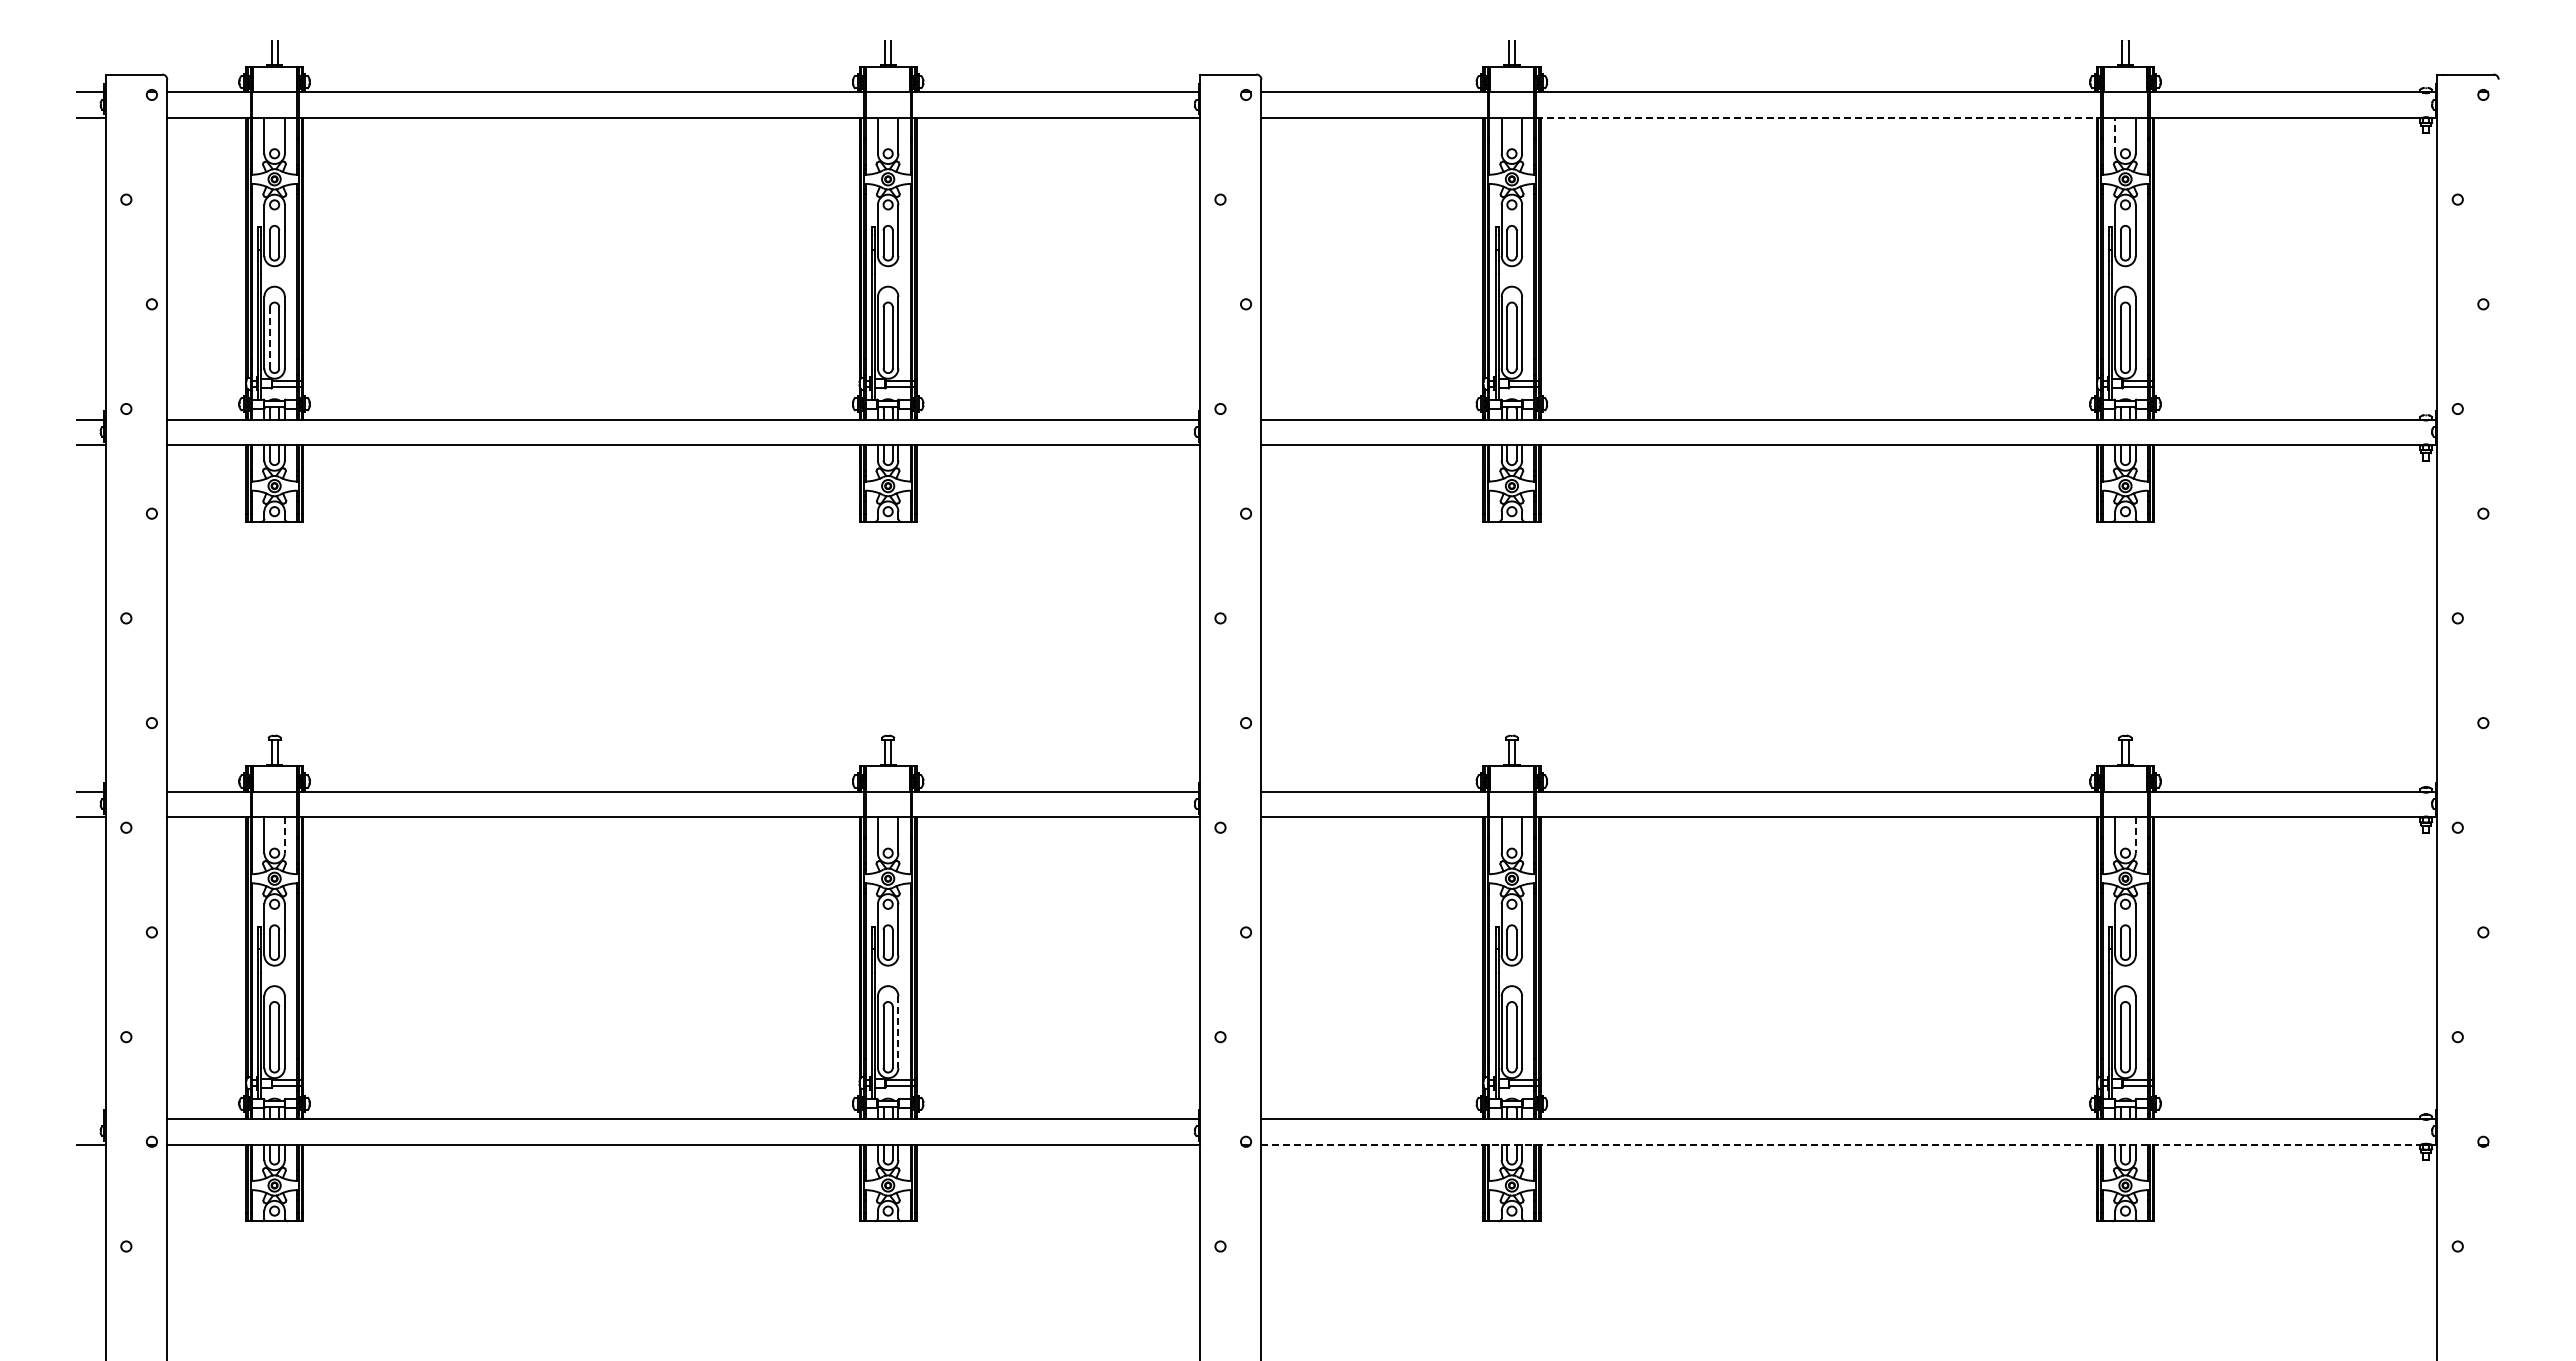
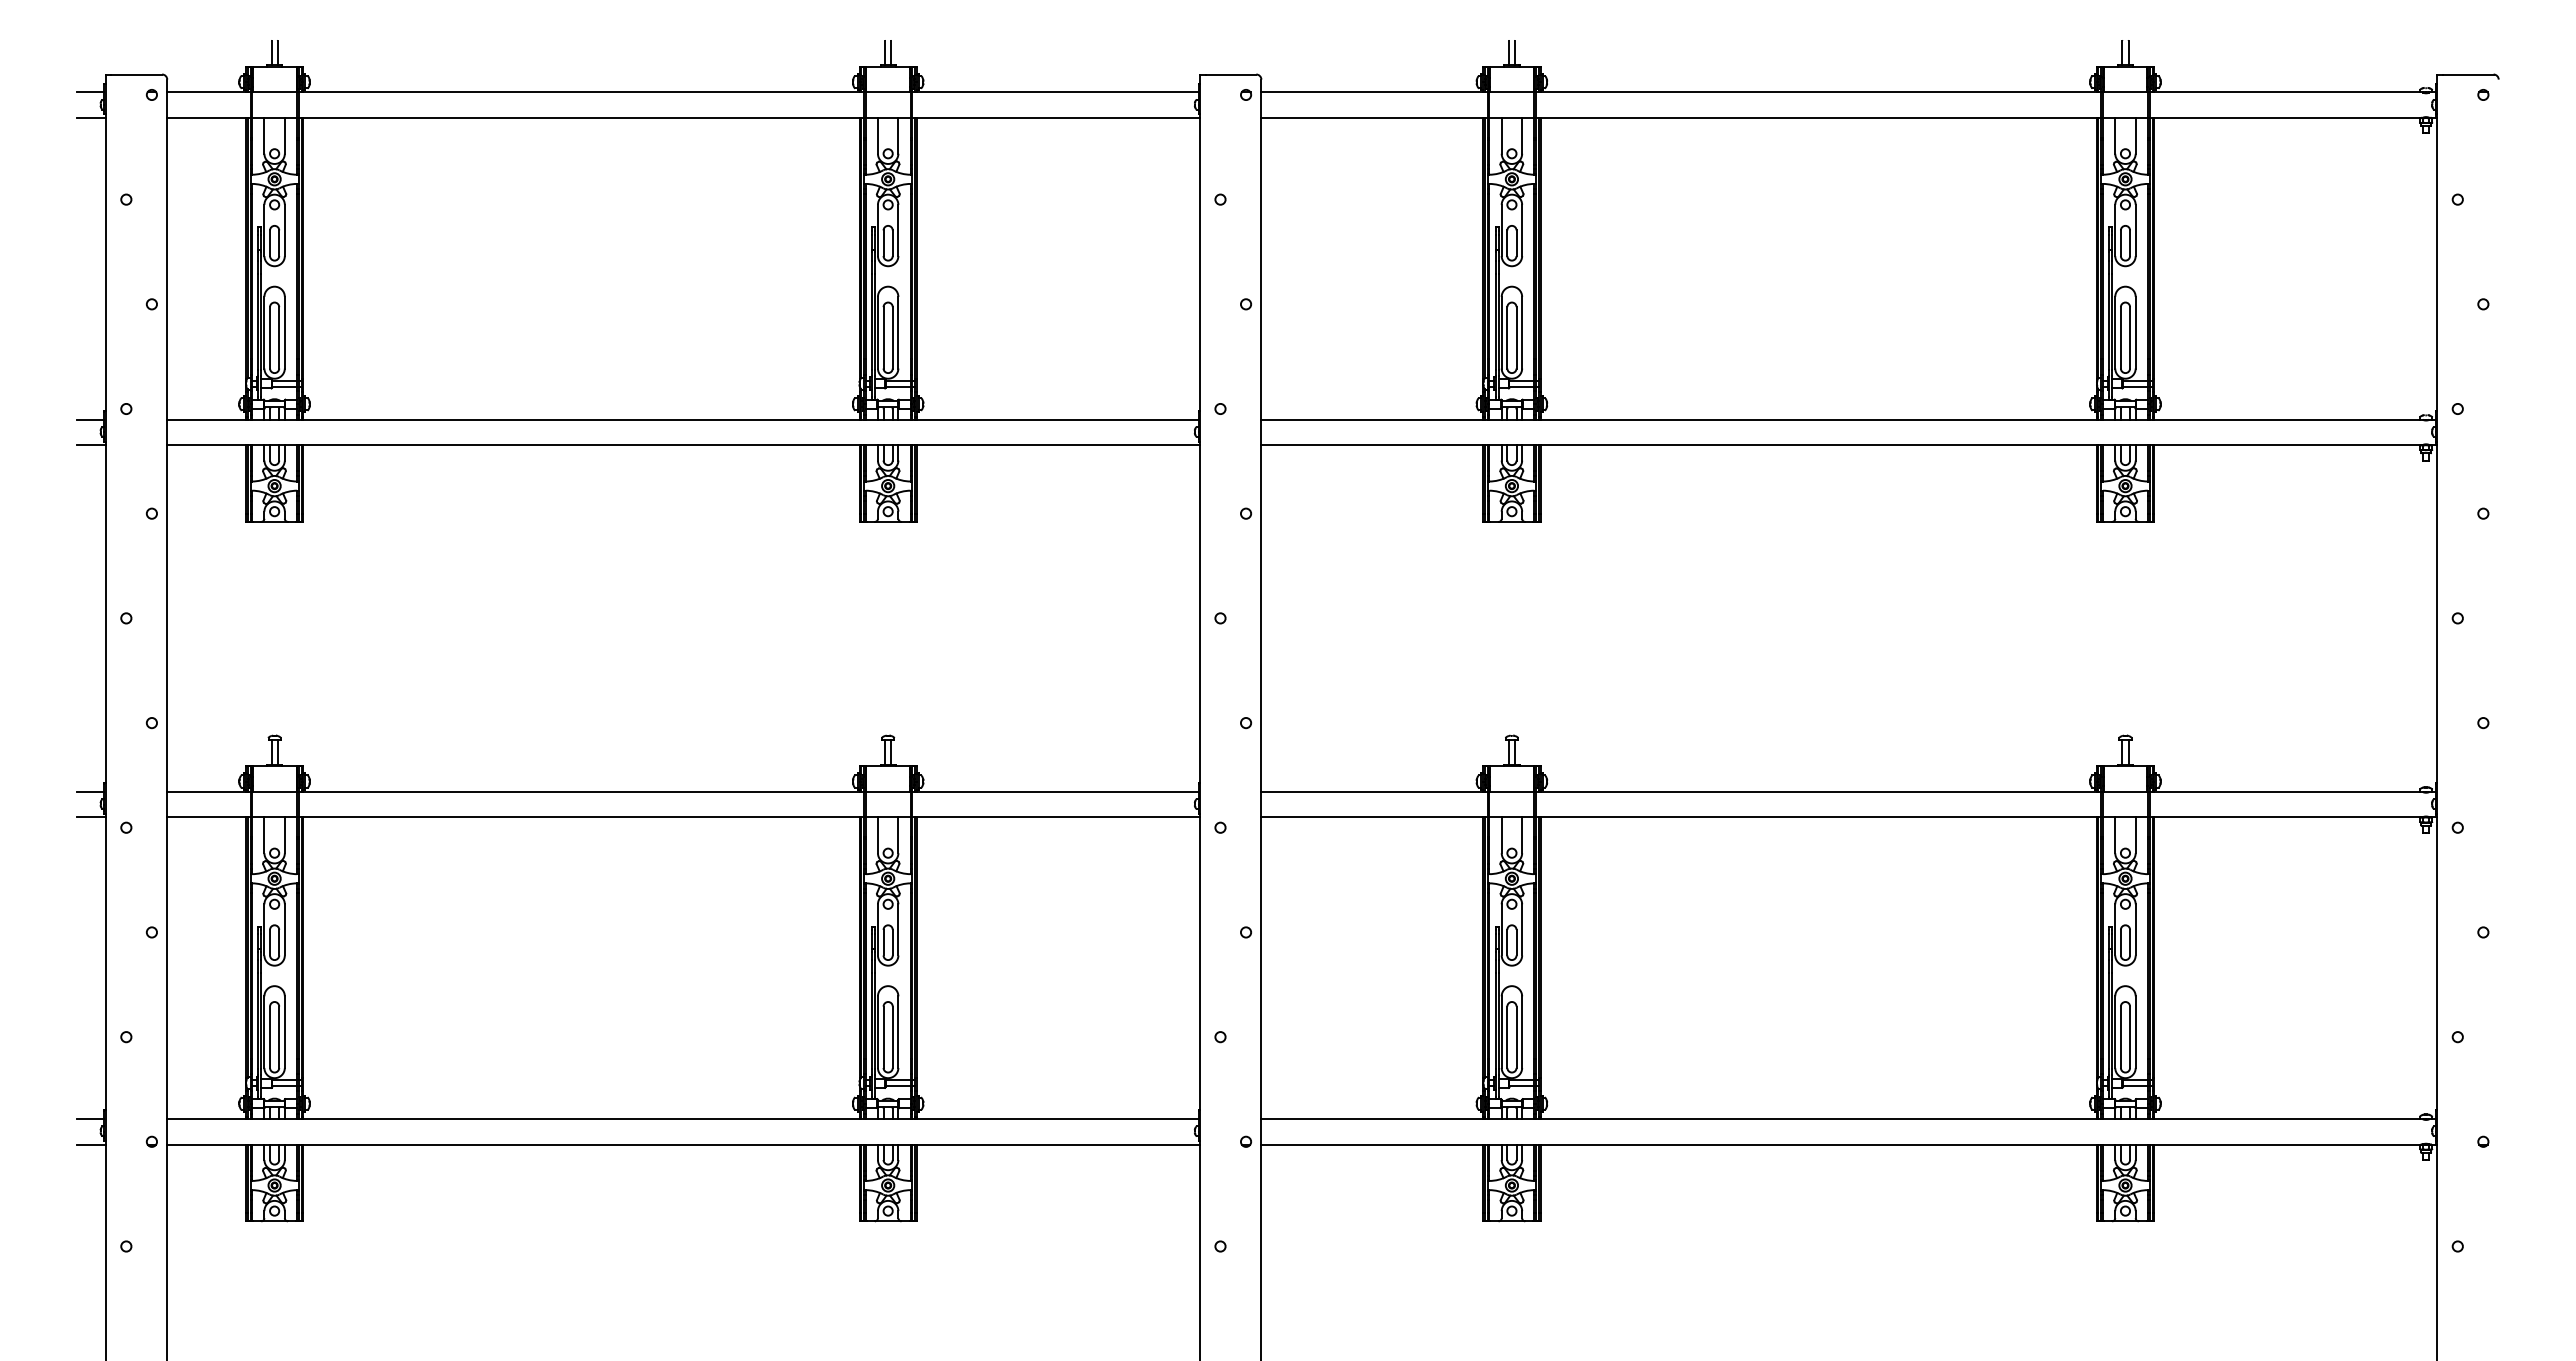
line at (1818, 117): dashed -> solid
line at (2115, 135): dashed -> solid
line at (270, 337): dashed -> solid
line at (284, 835): dashed -> solid
line at (2135, 835): dashed -> solid
line at (898, 1032): dashed -> solid
line at (90, 1119): none -> present
line at (1841, 1144): dashed -> solid
